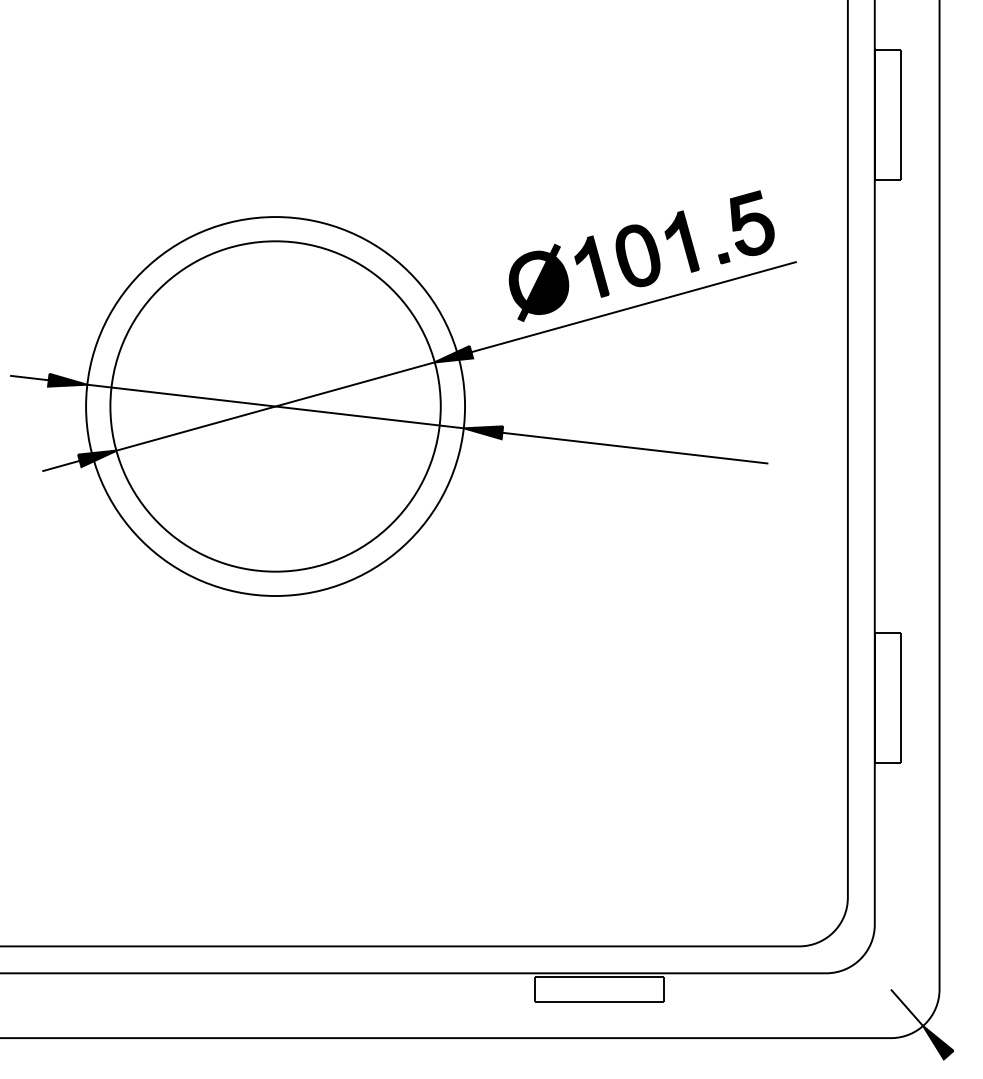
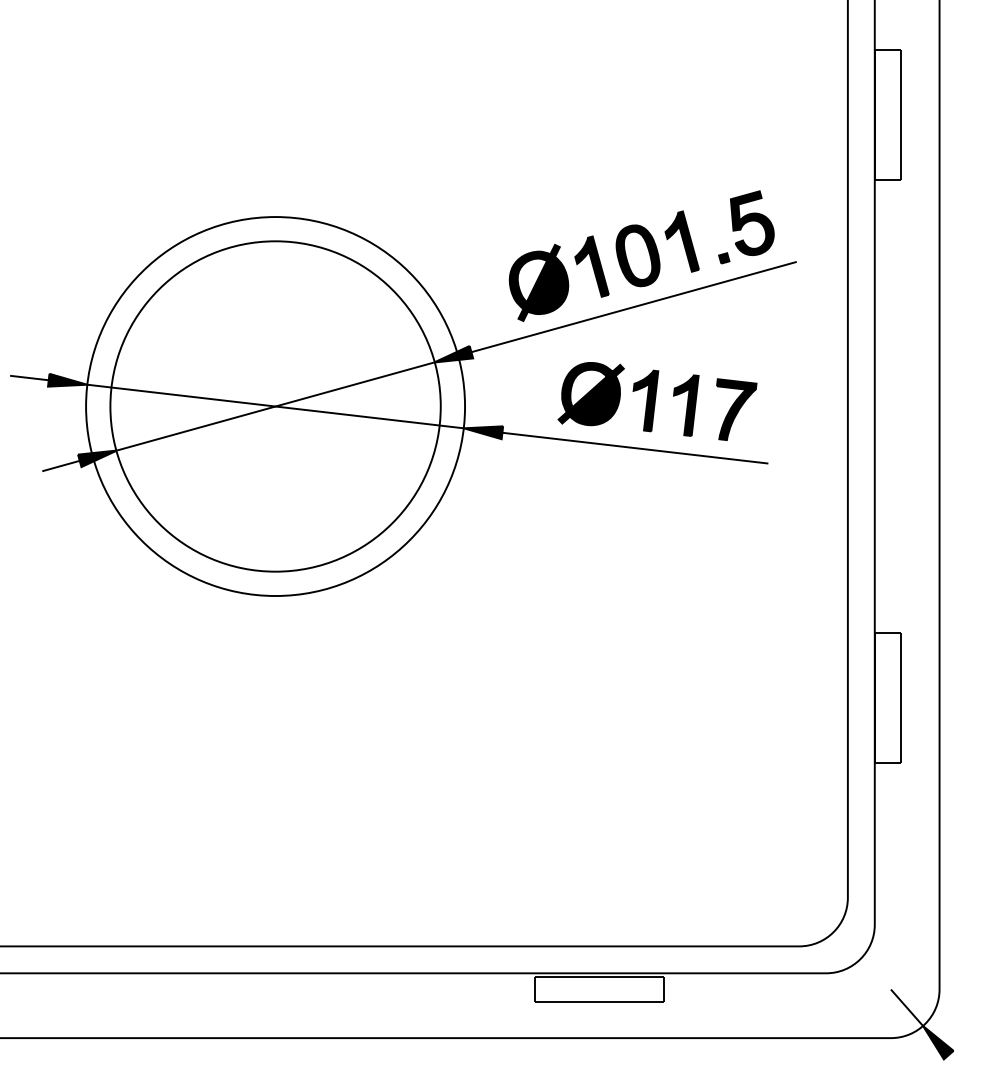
part at (657, 401): none -> present
